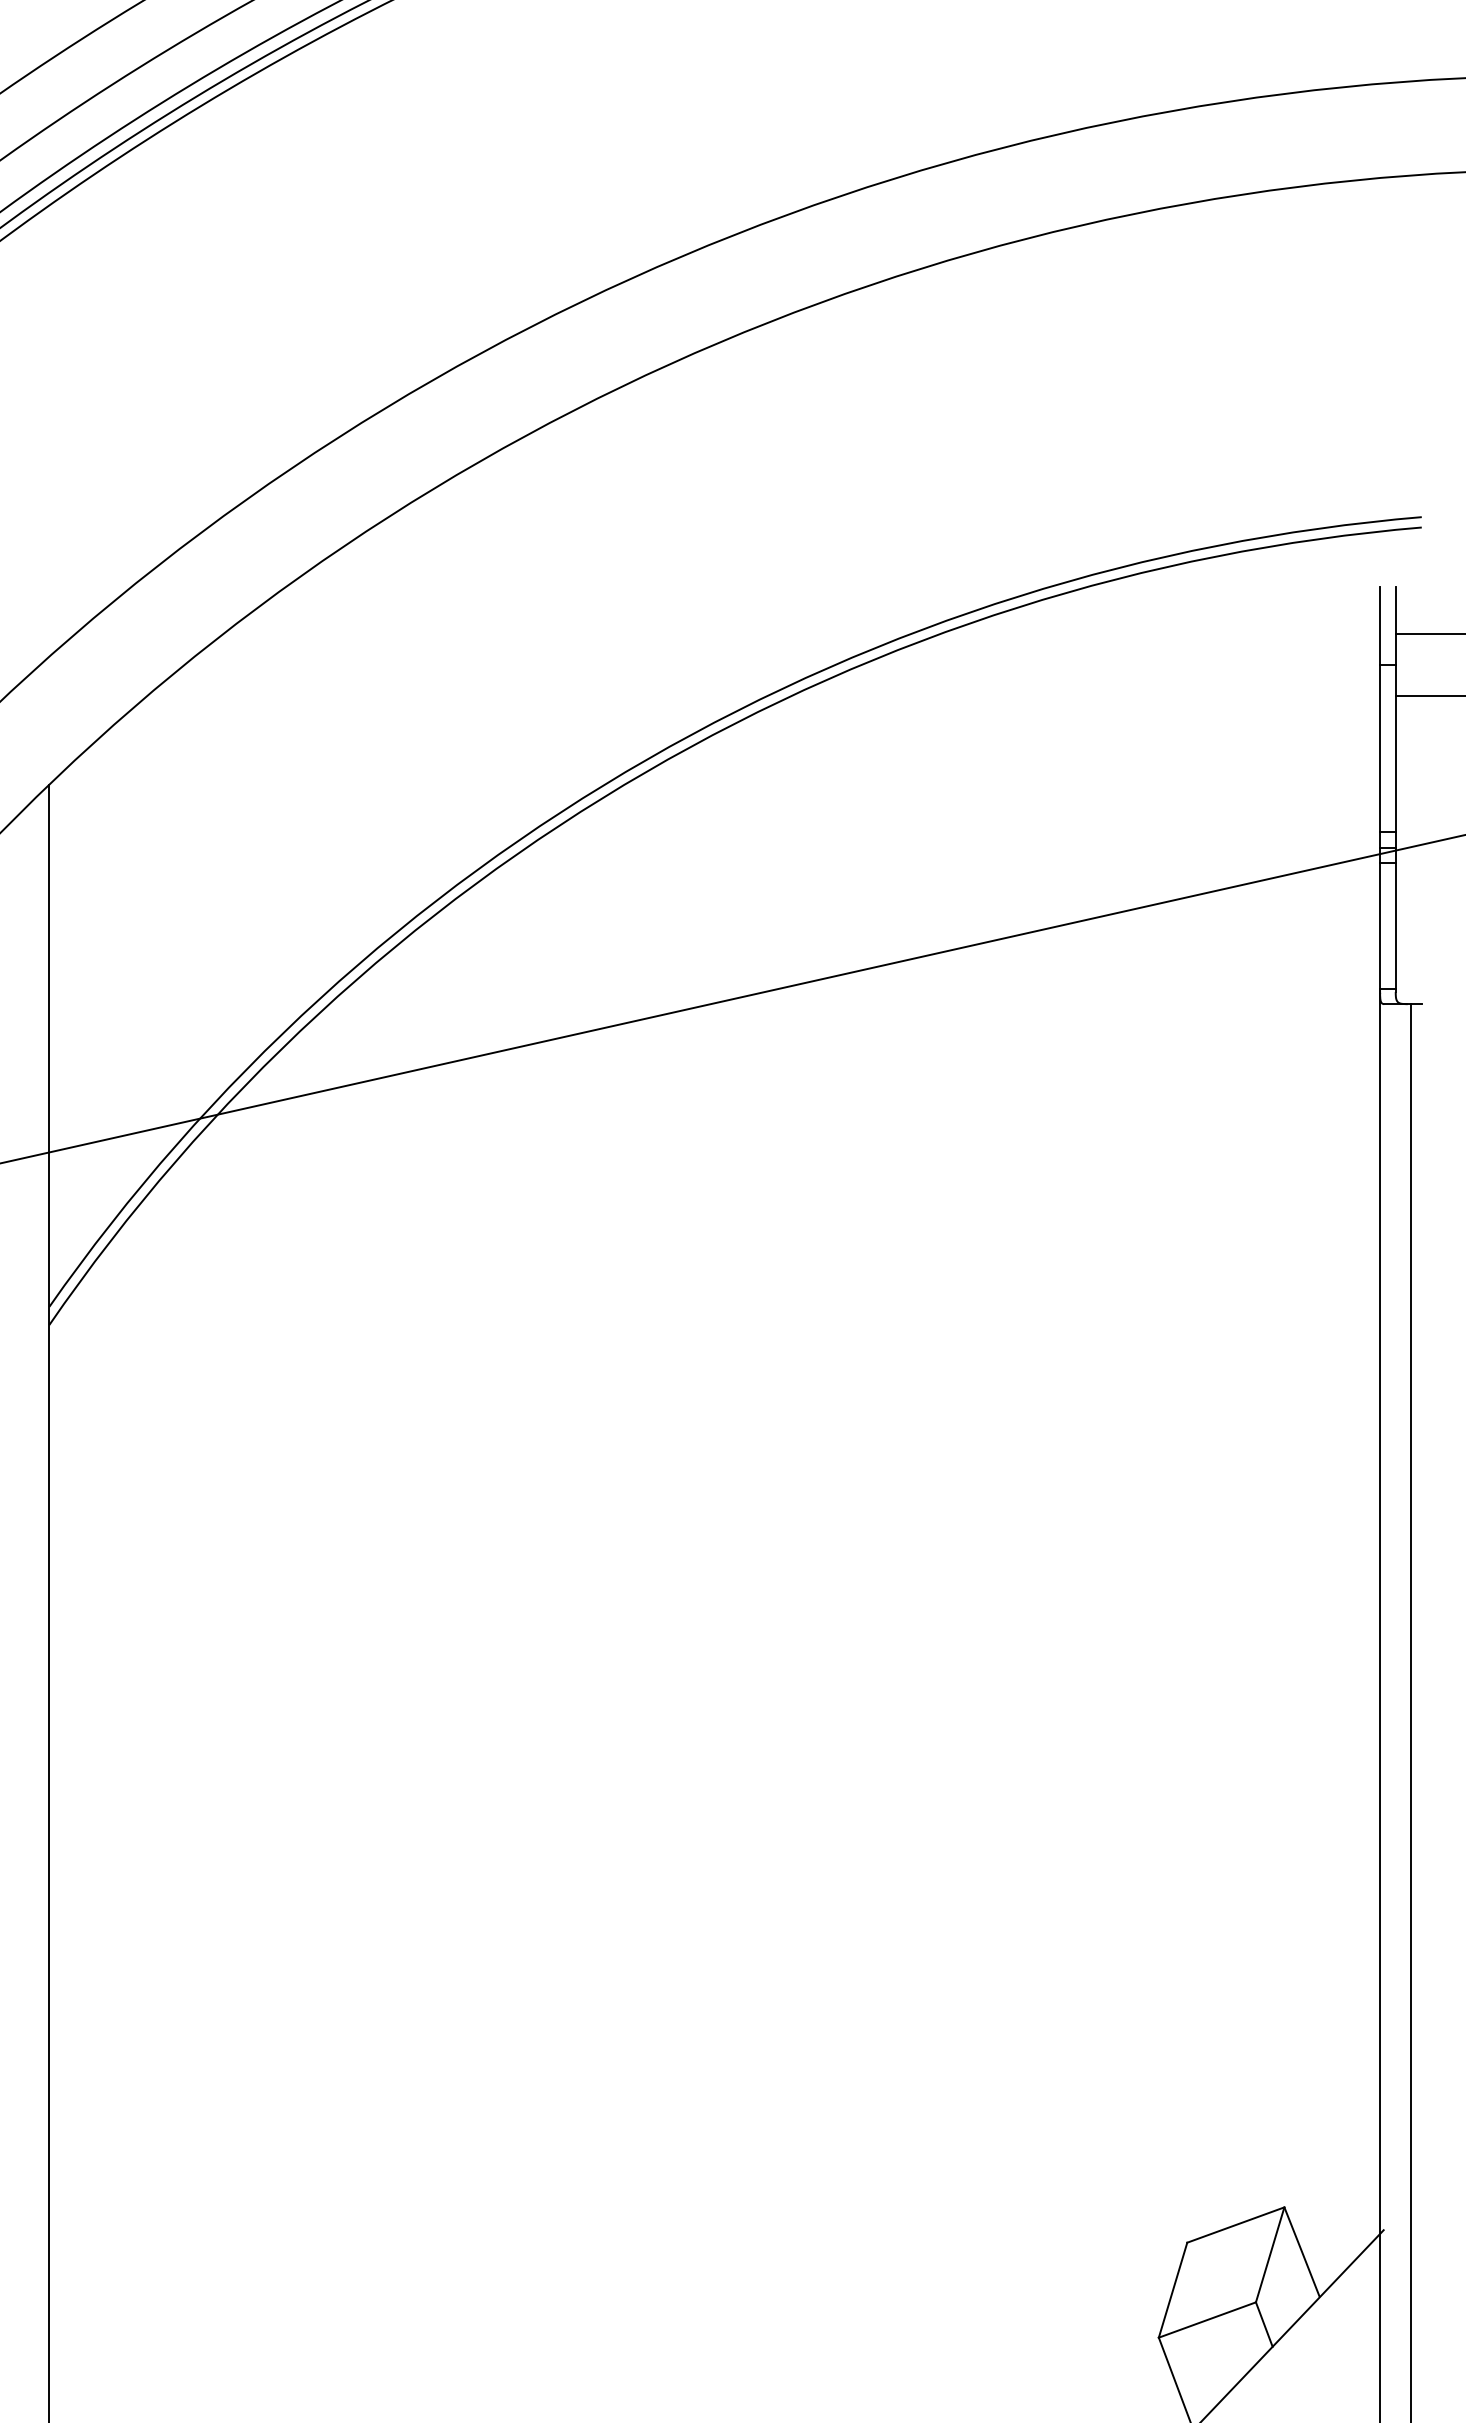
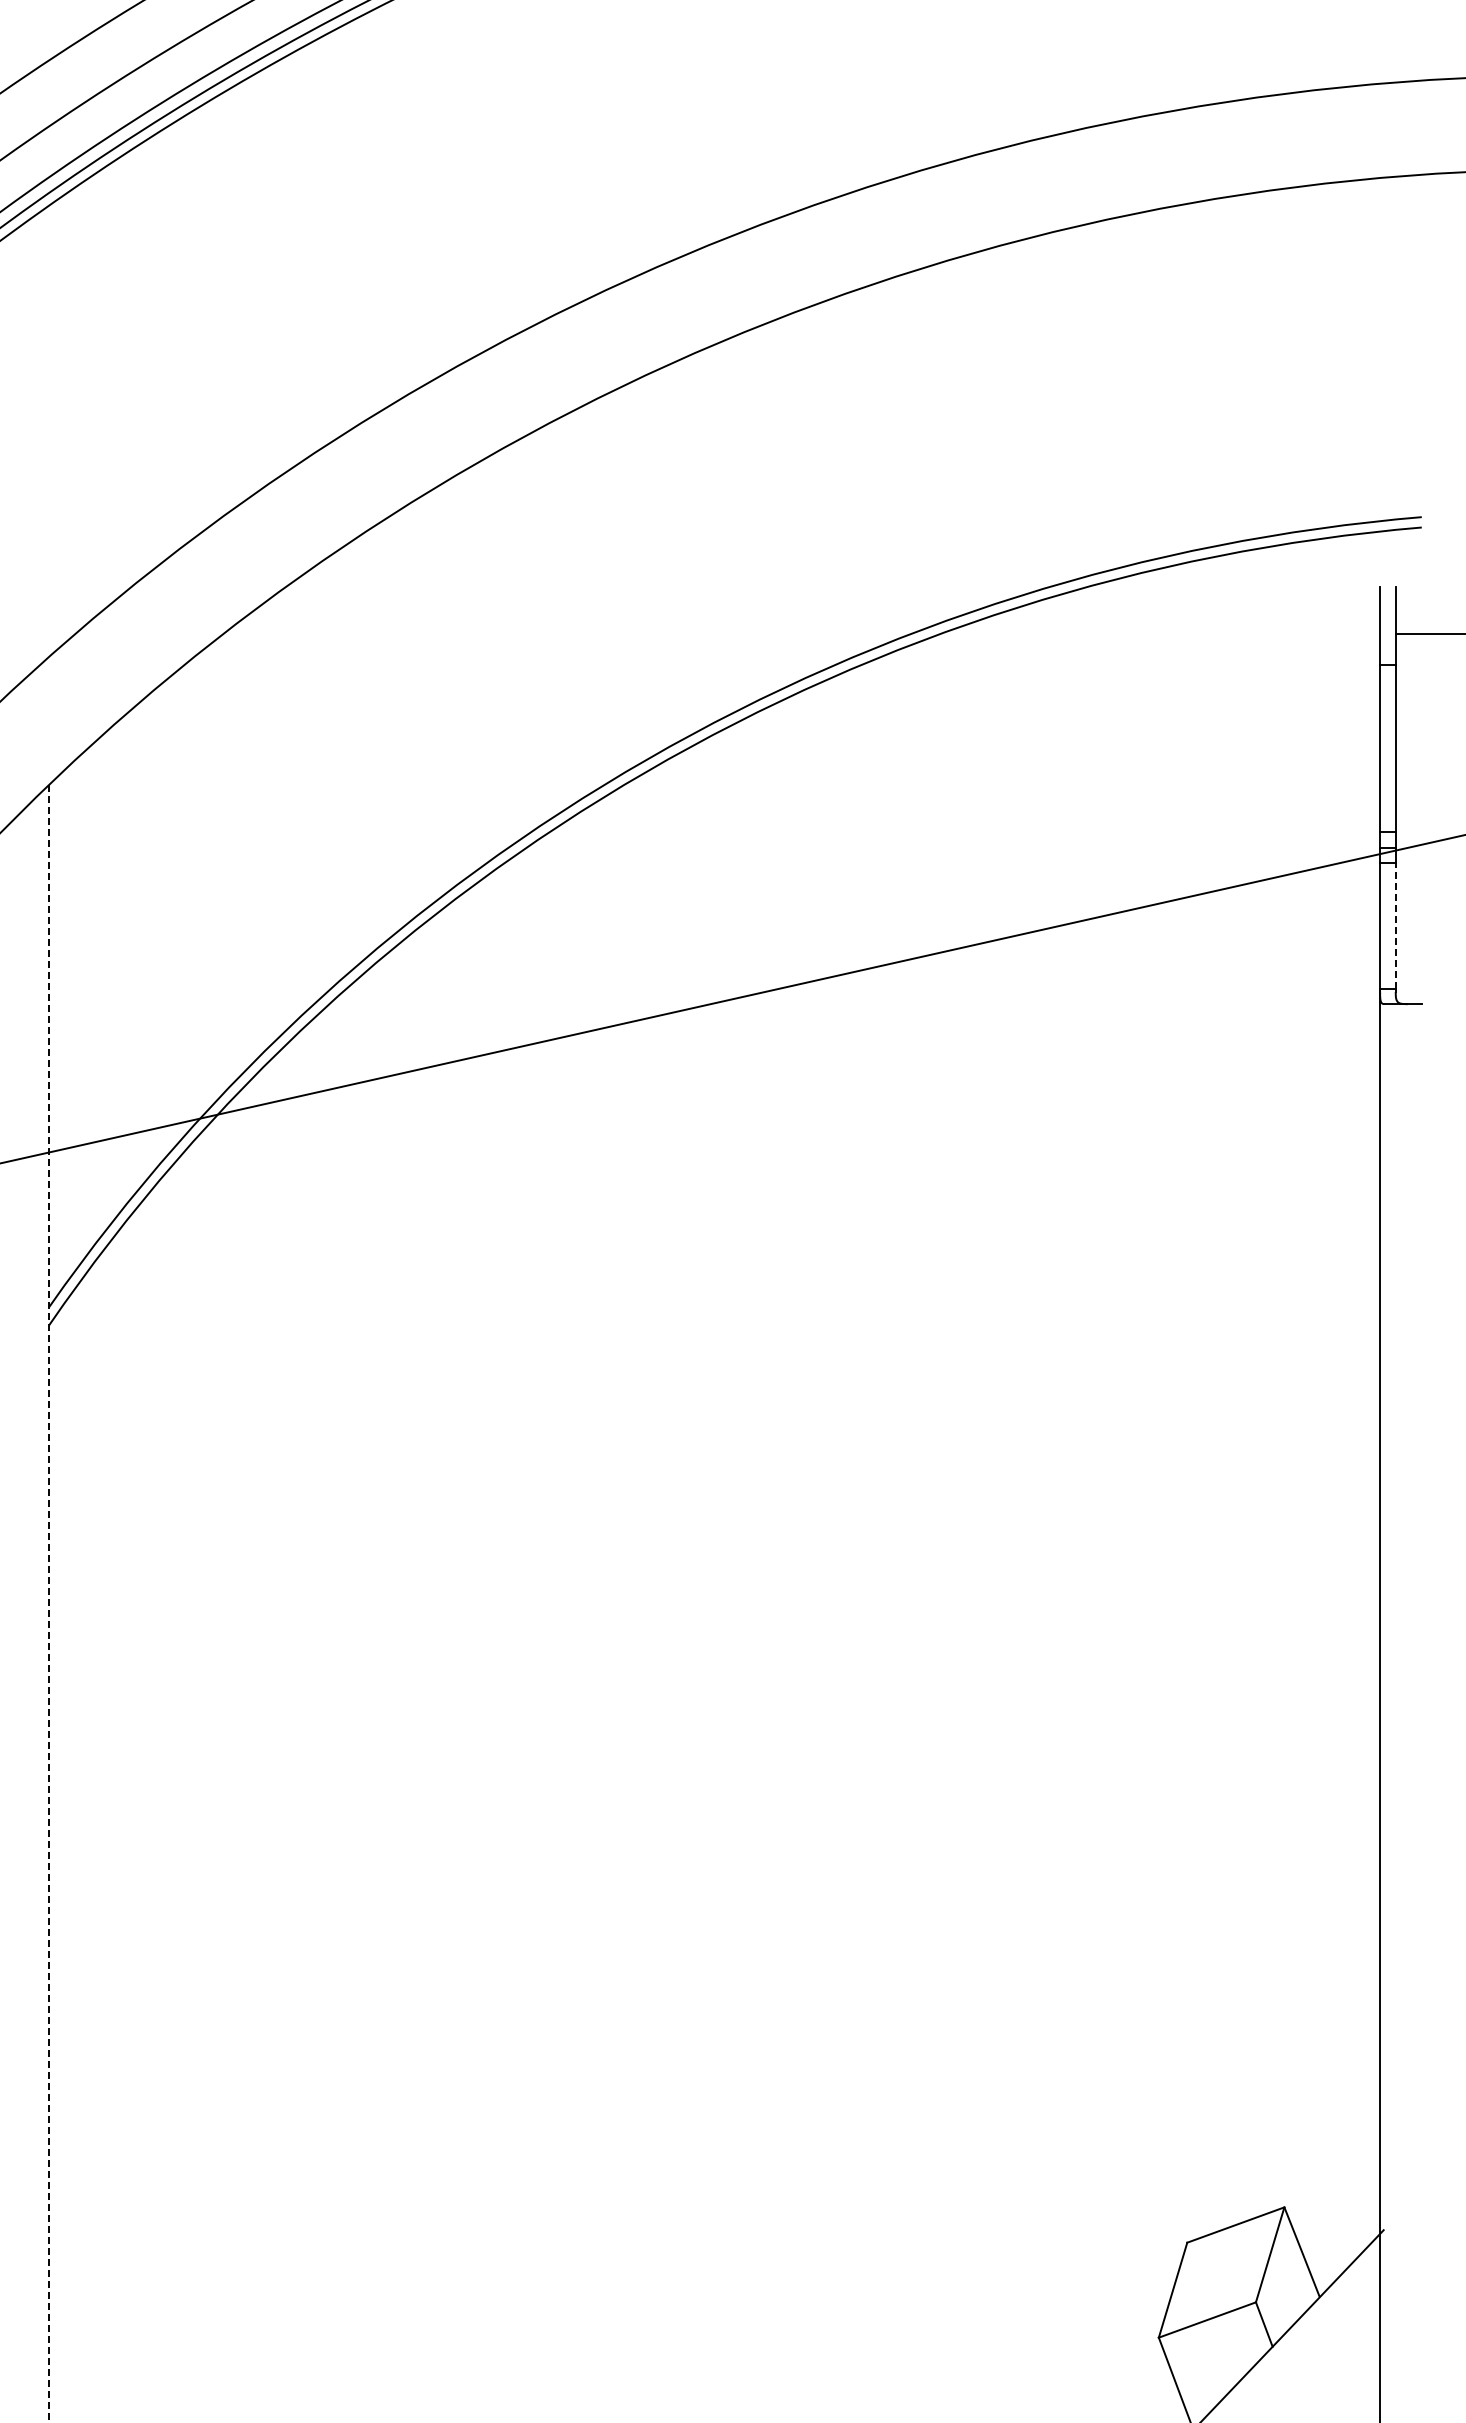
line at (1428, 696): present -> none
line at (1395, 925): solid -> dashed
line at (49, 1604): solid -> dashed
line at (1411, 1711): present -> none
